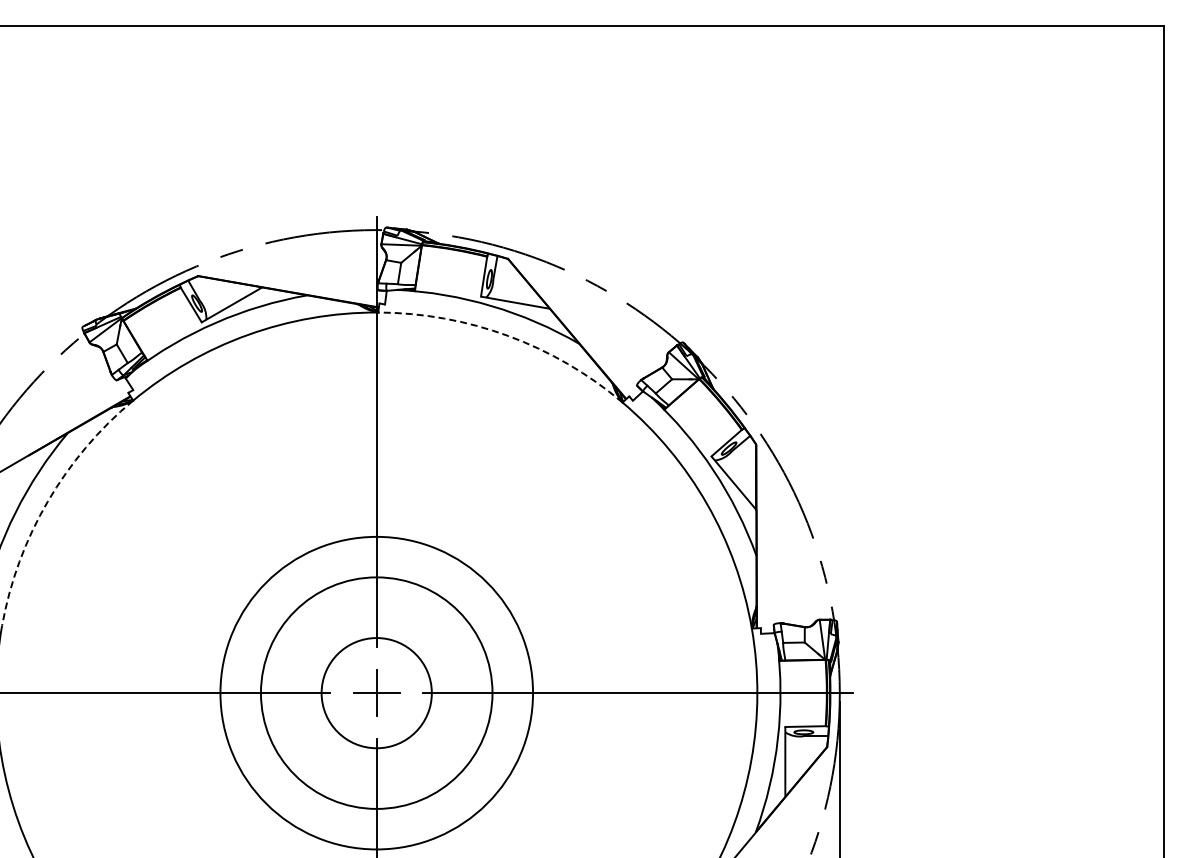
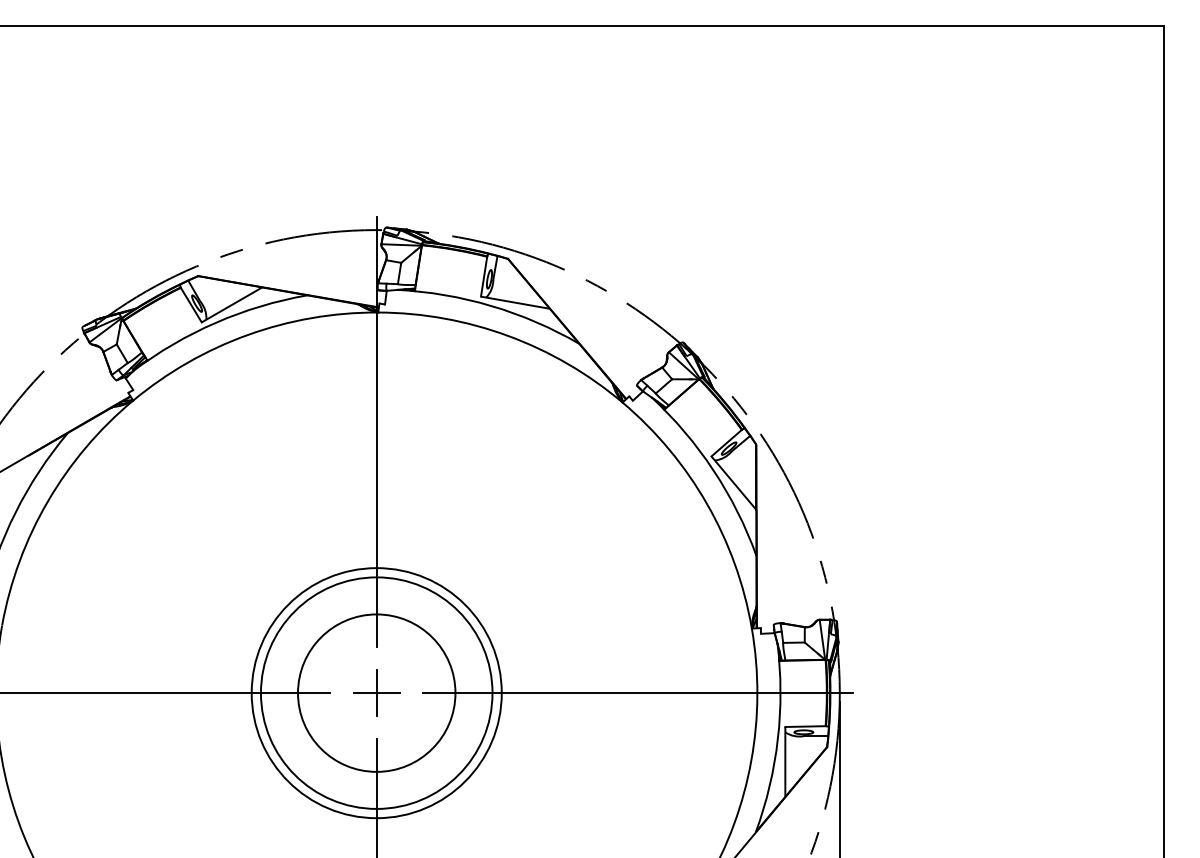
arc at (508, 335): dashed -> solid
arc at (47, 501): dashed -> solid
circle at (376, 692) diameter: 313 px -> 250 px
circle at (376, 693) diameter: 110 px -> 157 px
